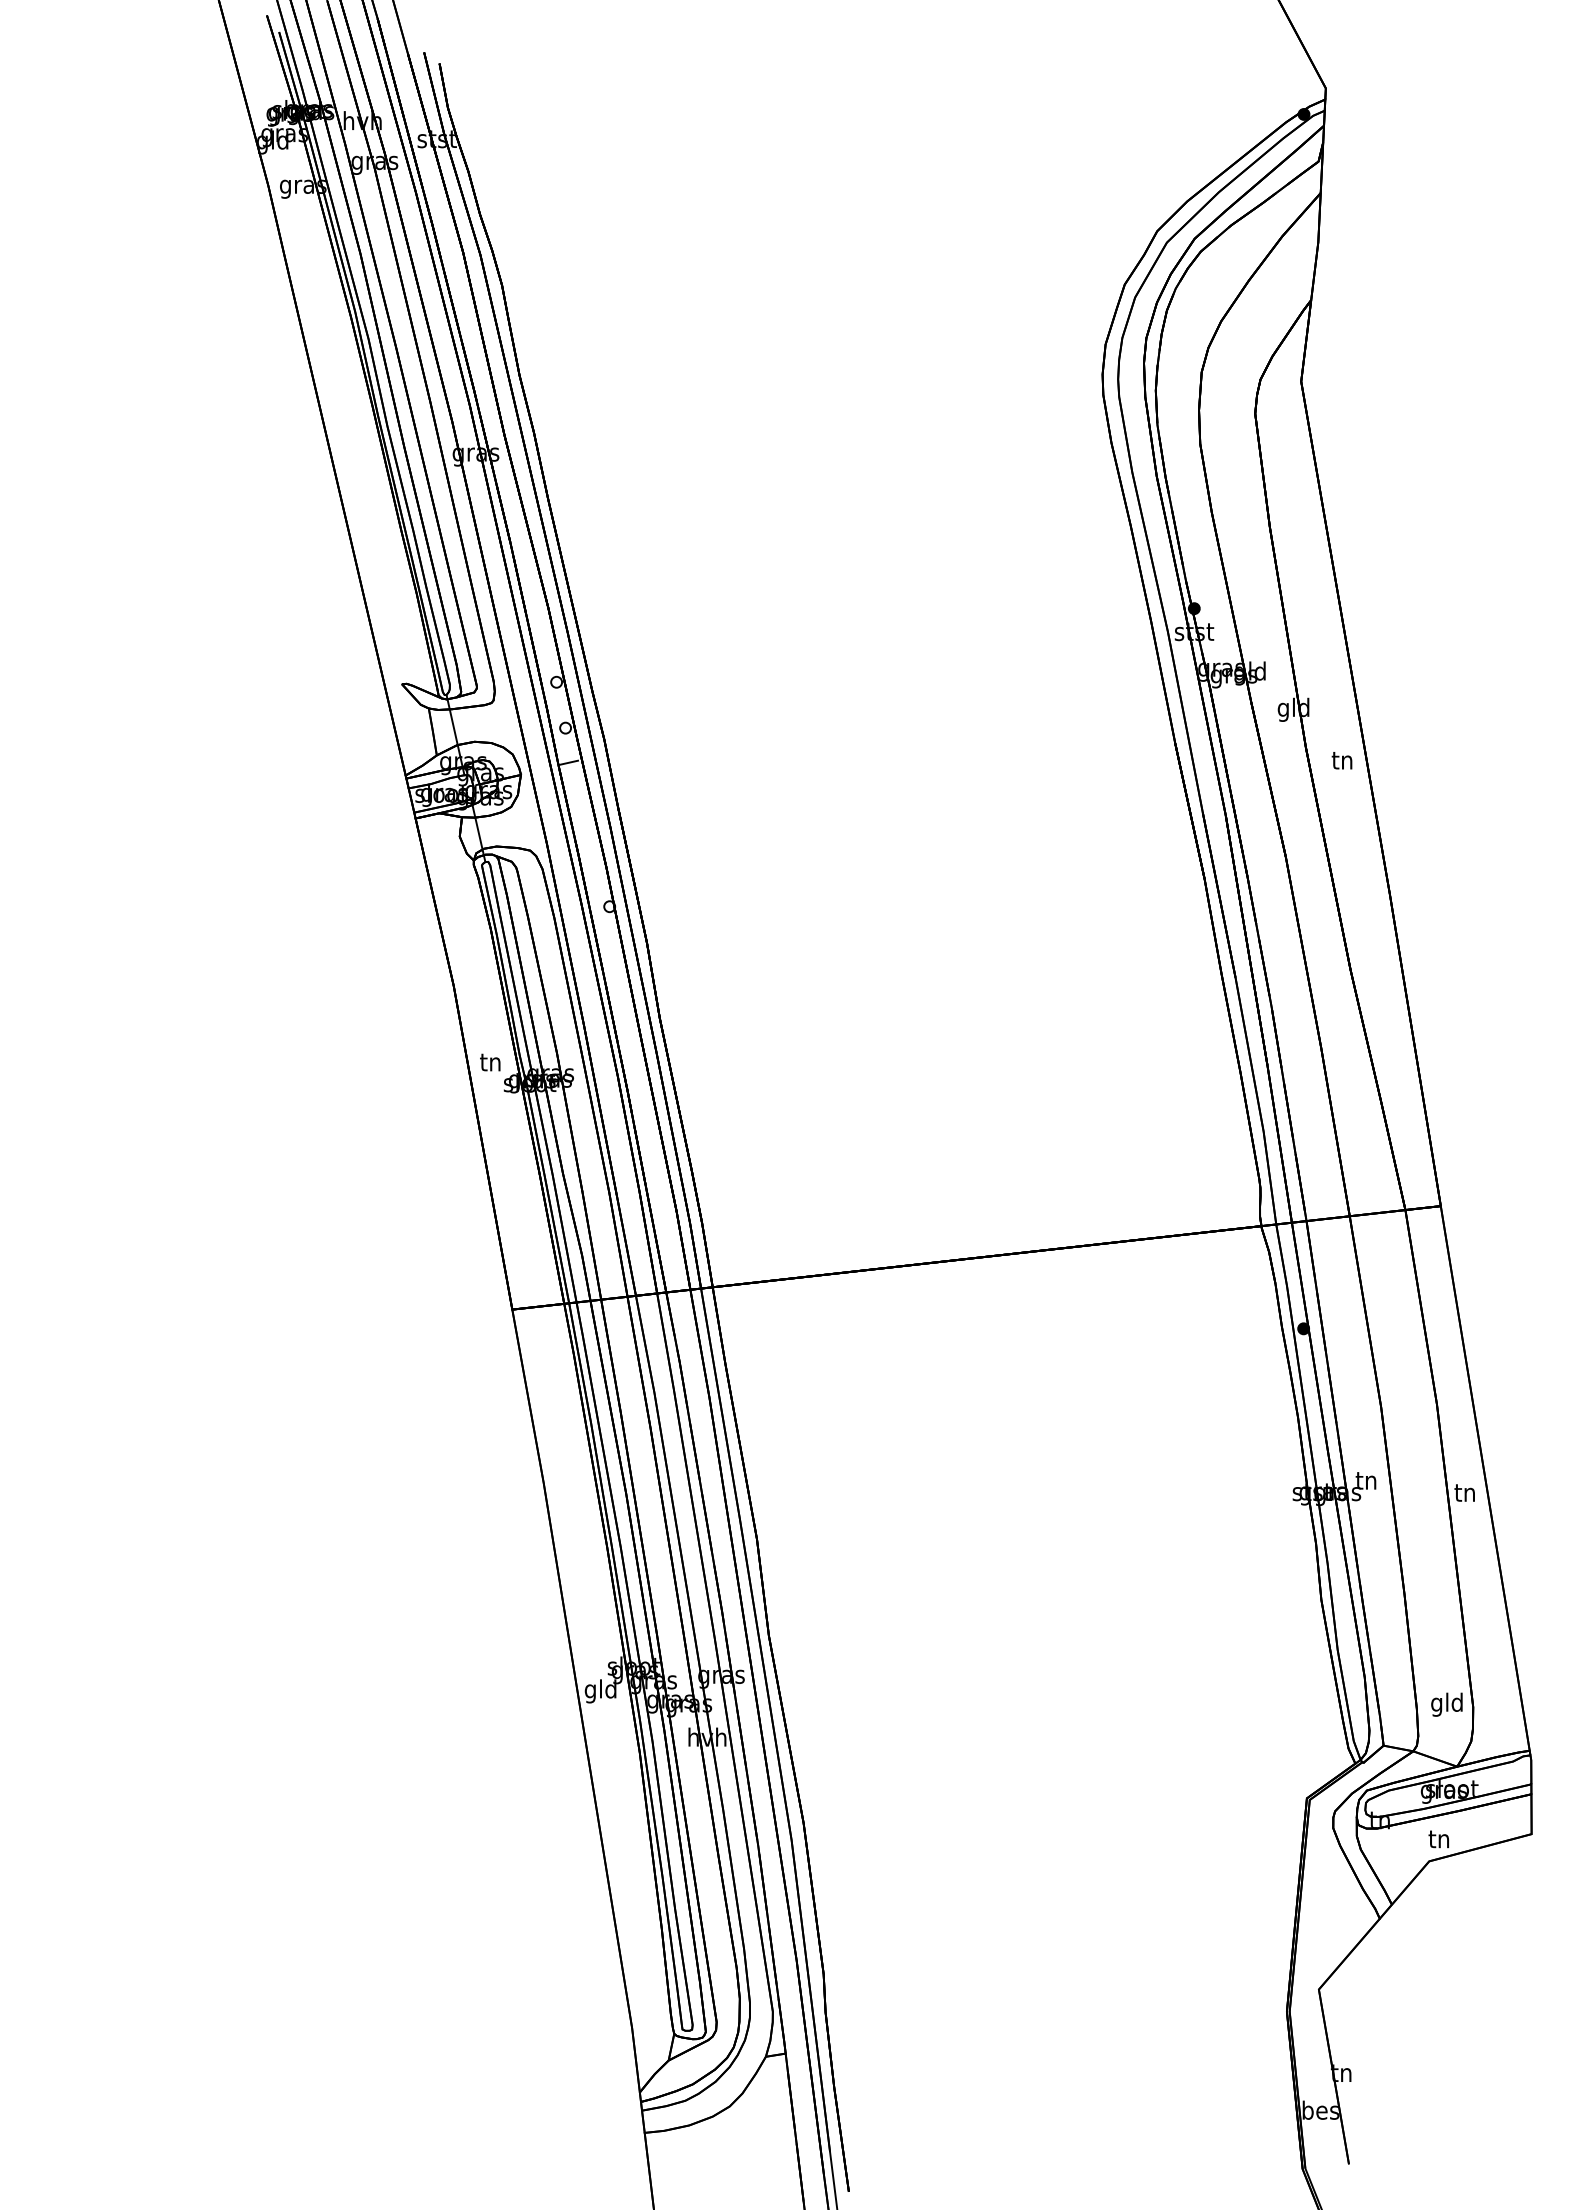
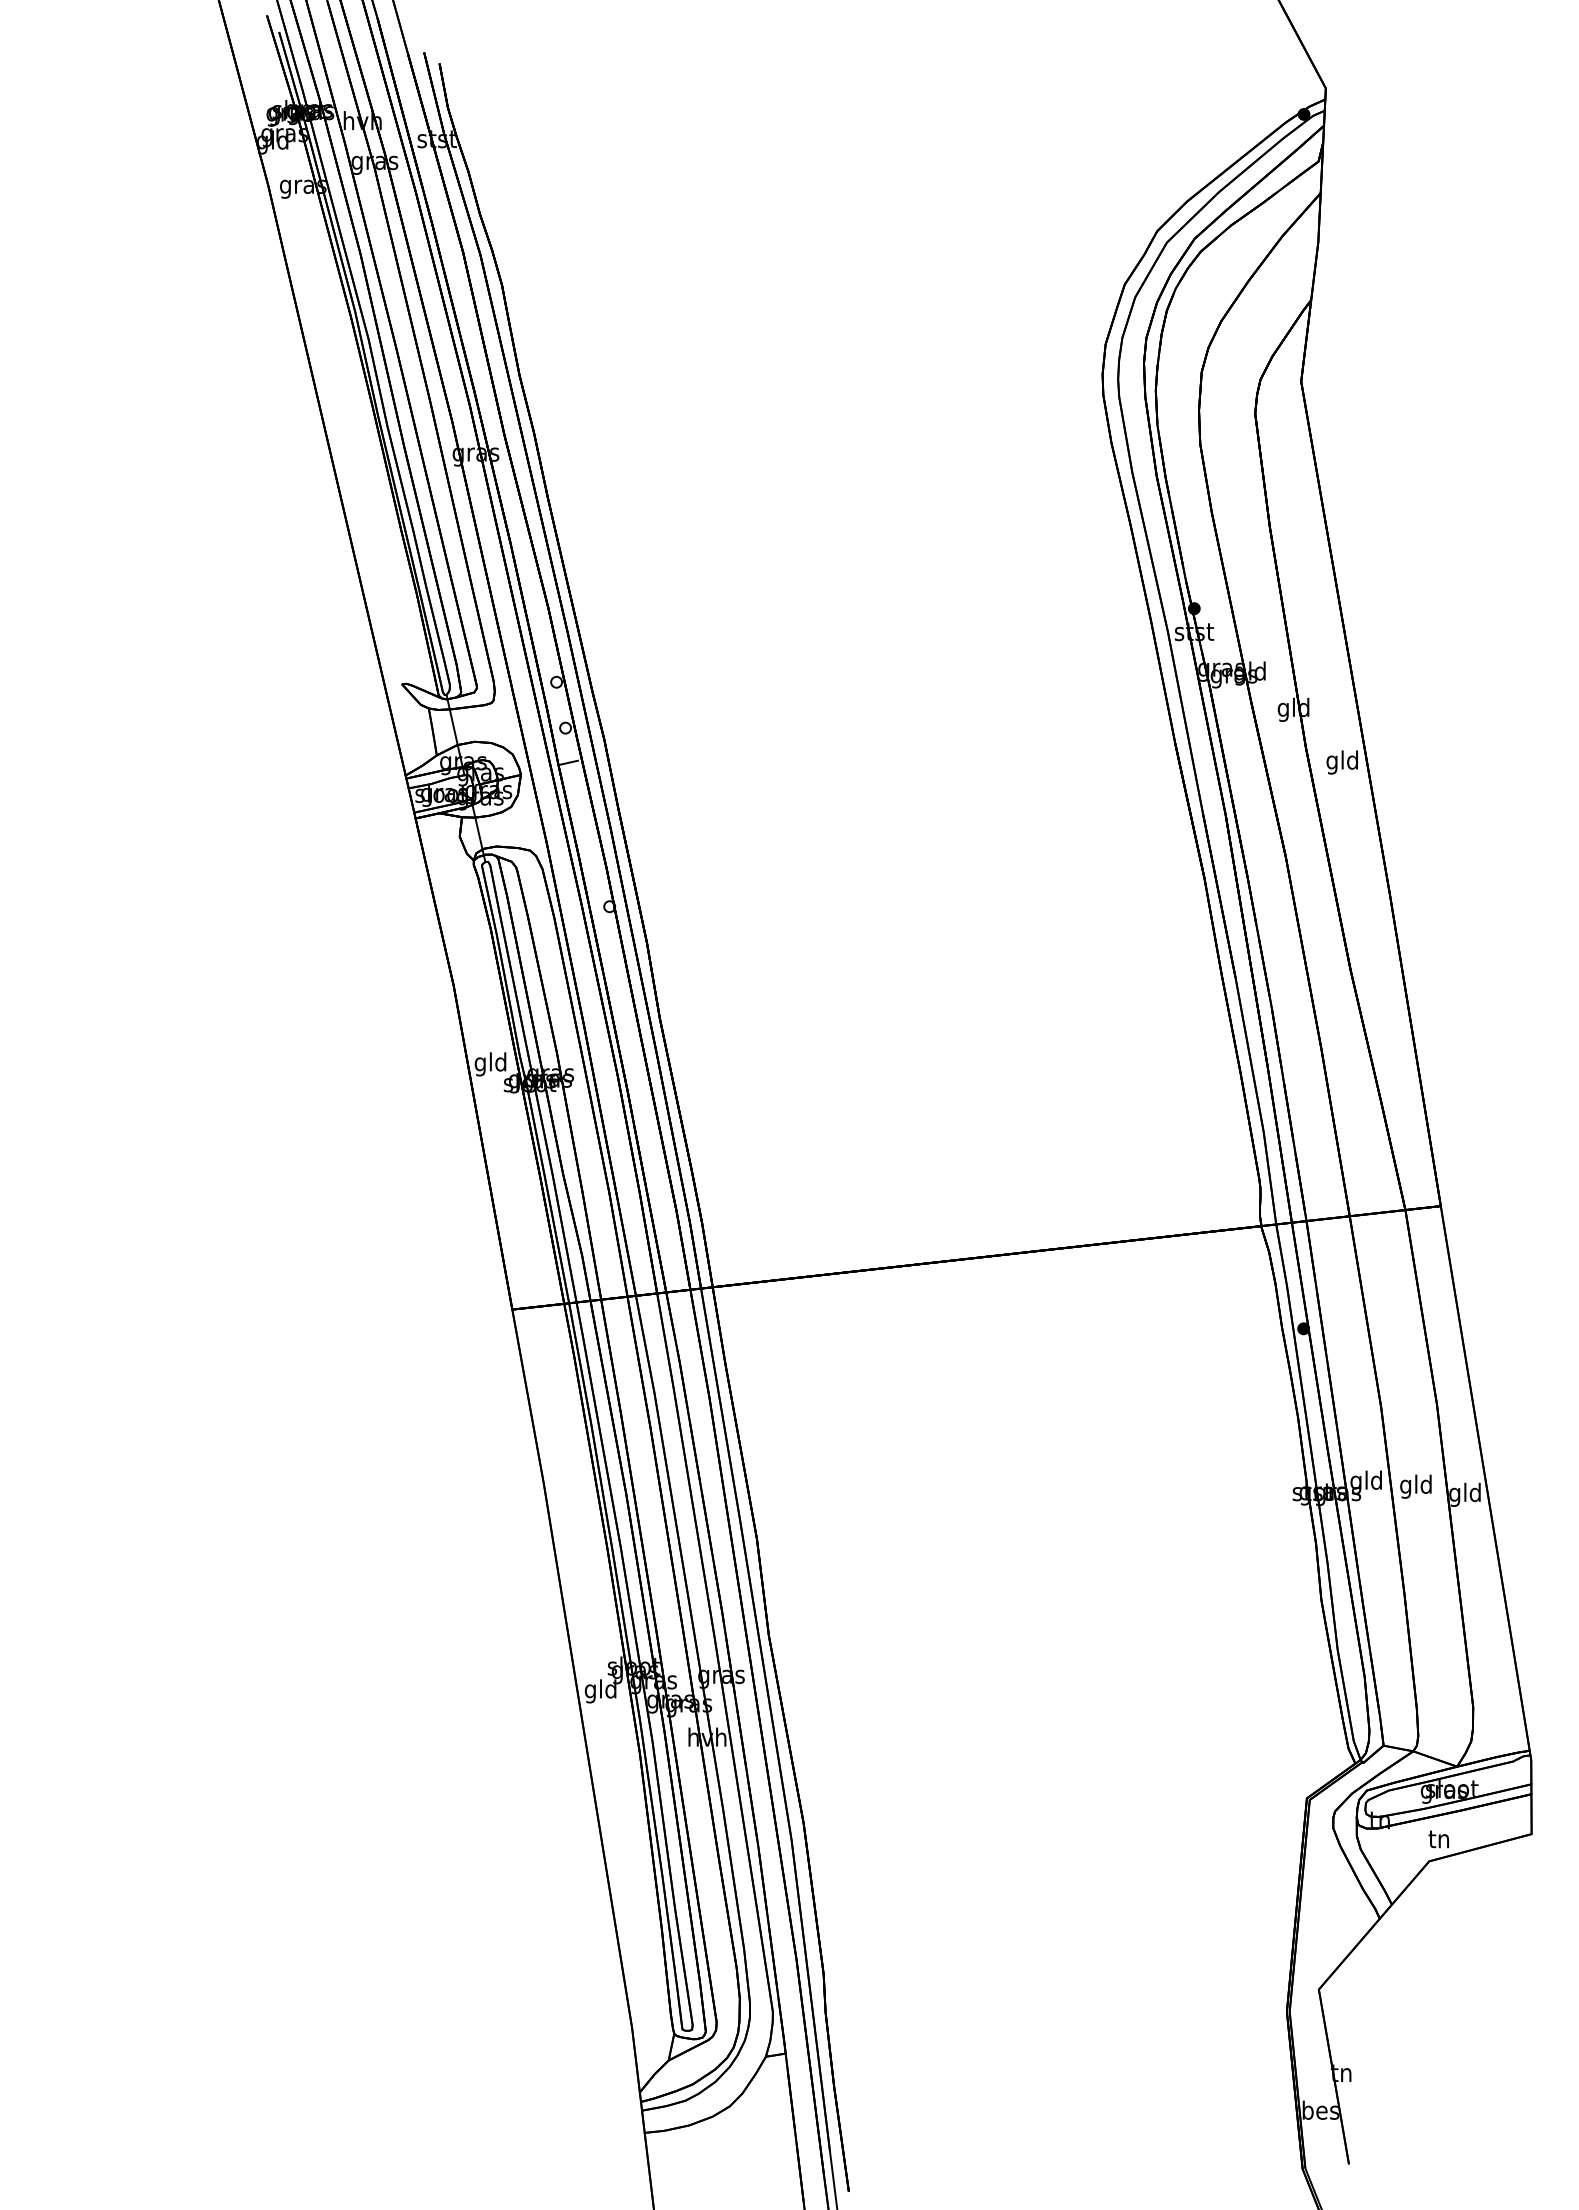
text at (1341, 762): tn -> gld
text at (490, 1064): tn -> gld
text at (1365, 1482): tn -> gld
text at (1464, 1494): tn -> gld
text at (1446, 1704) position: (1446, 1704) -> (1415, 1486)
